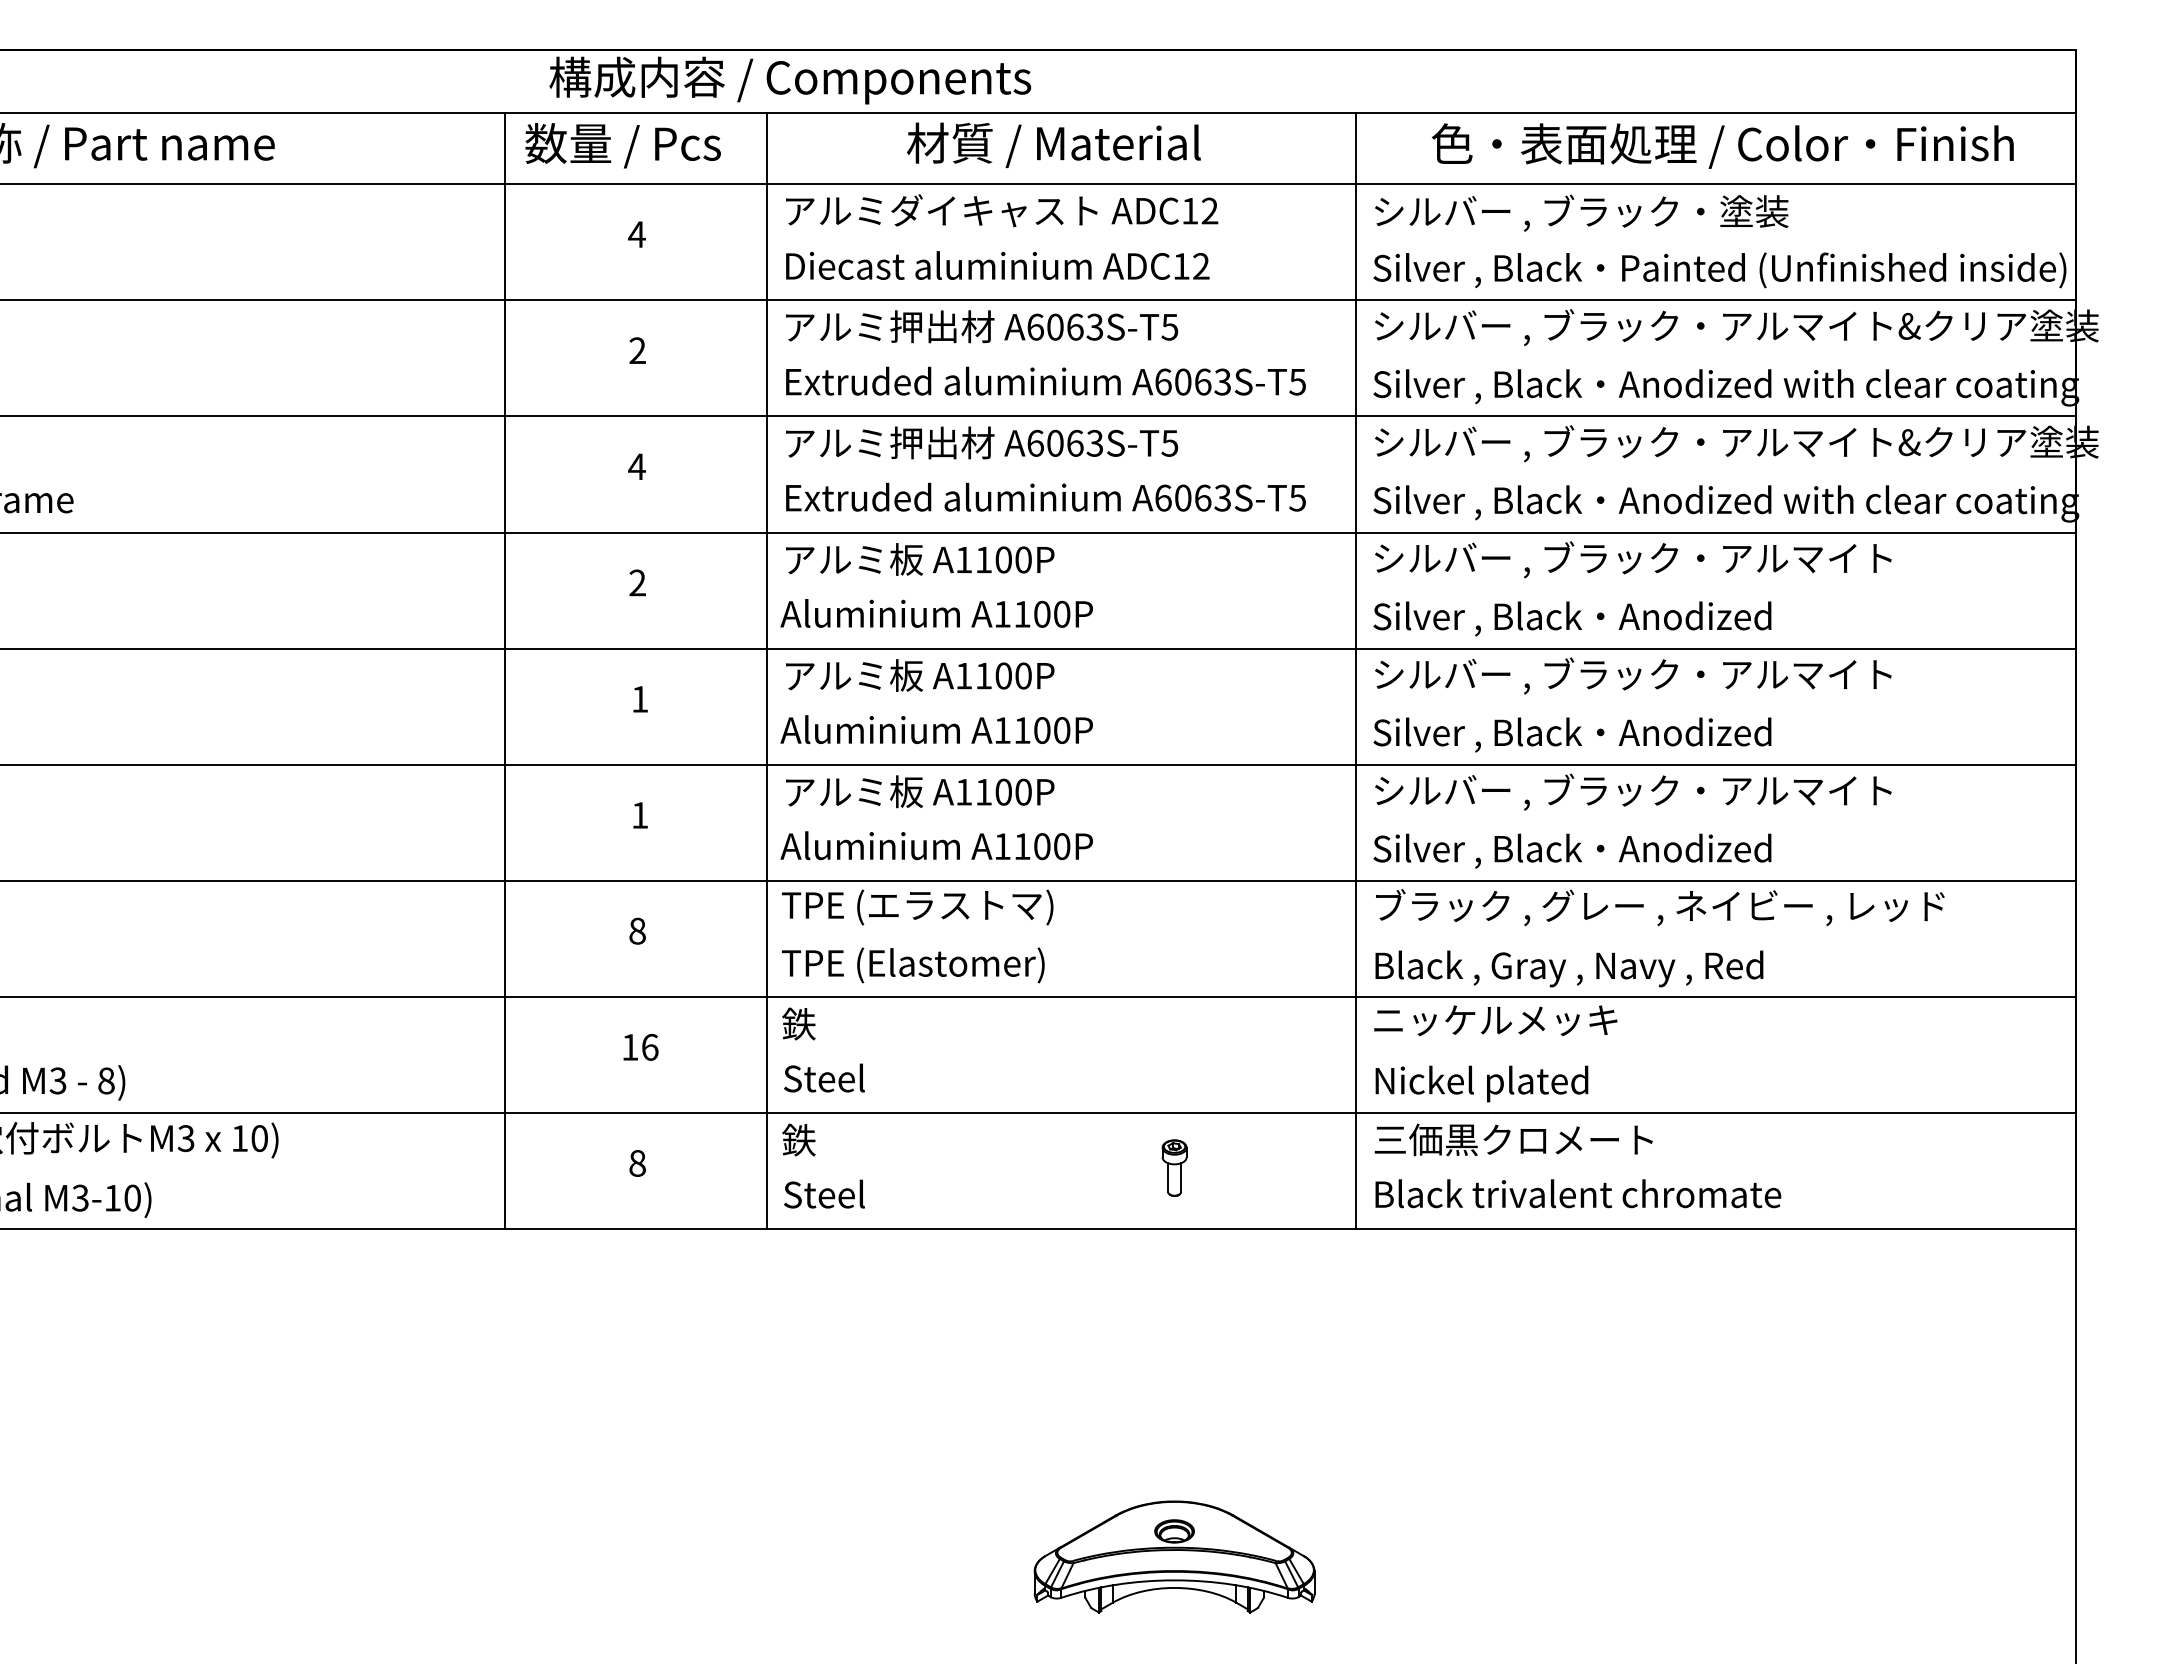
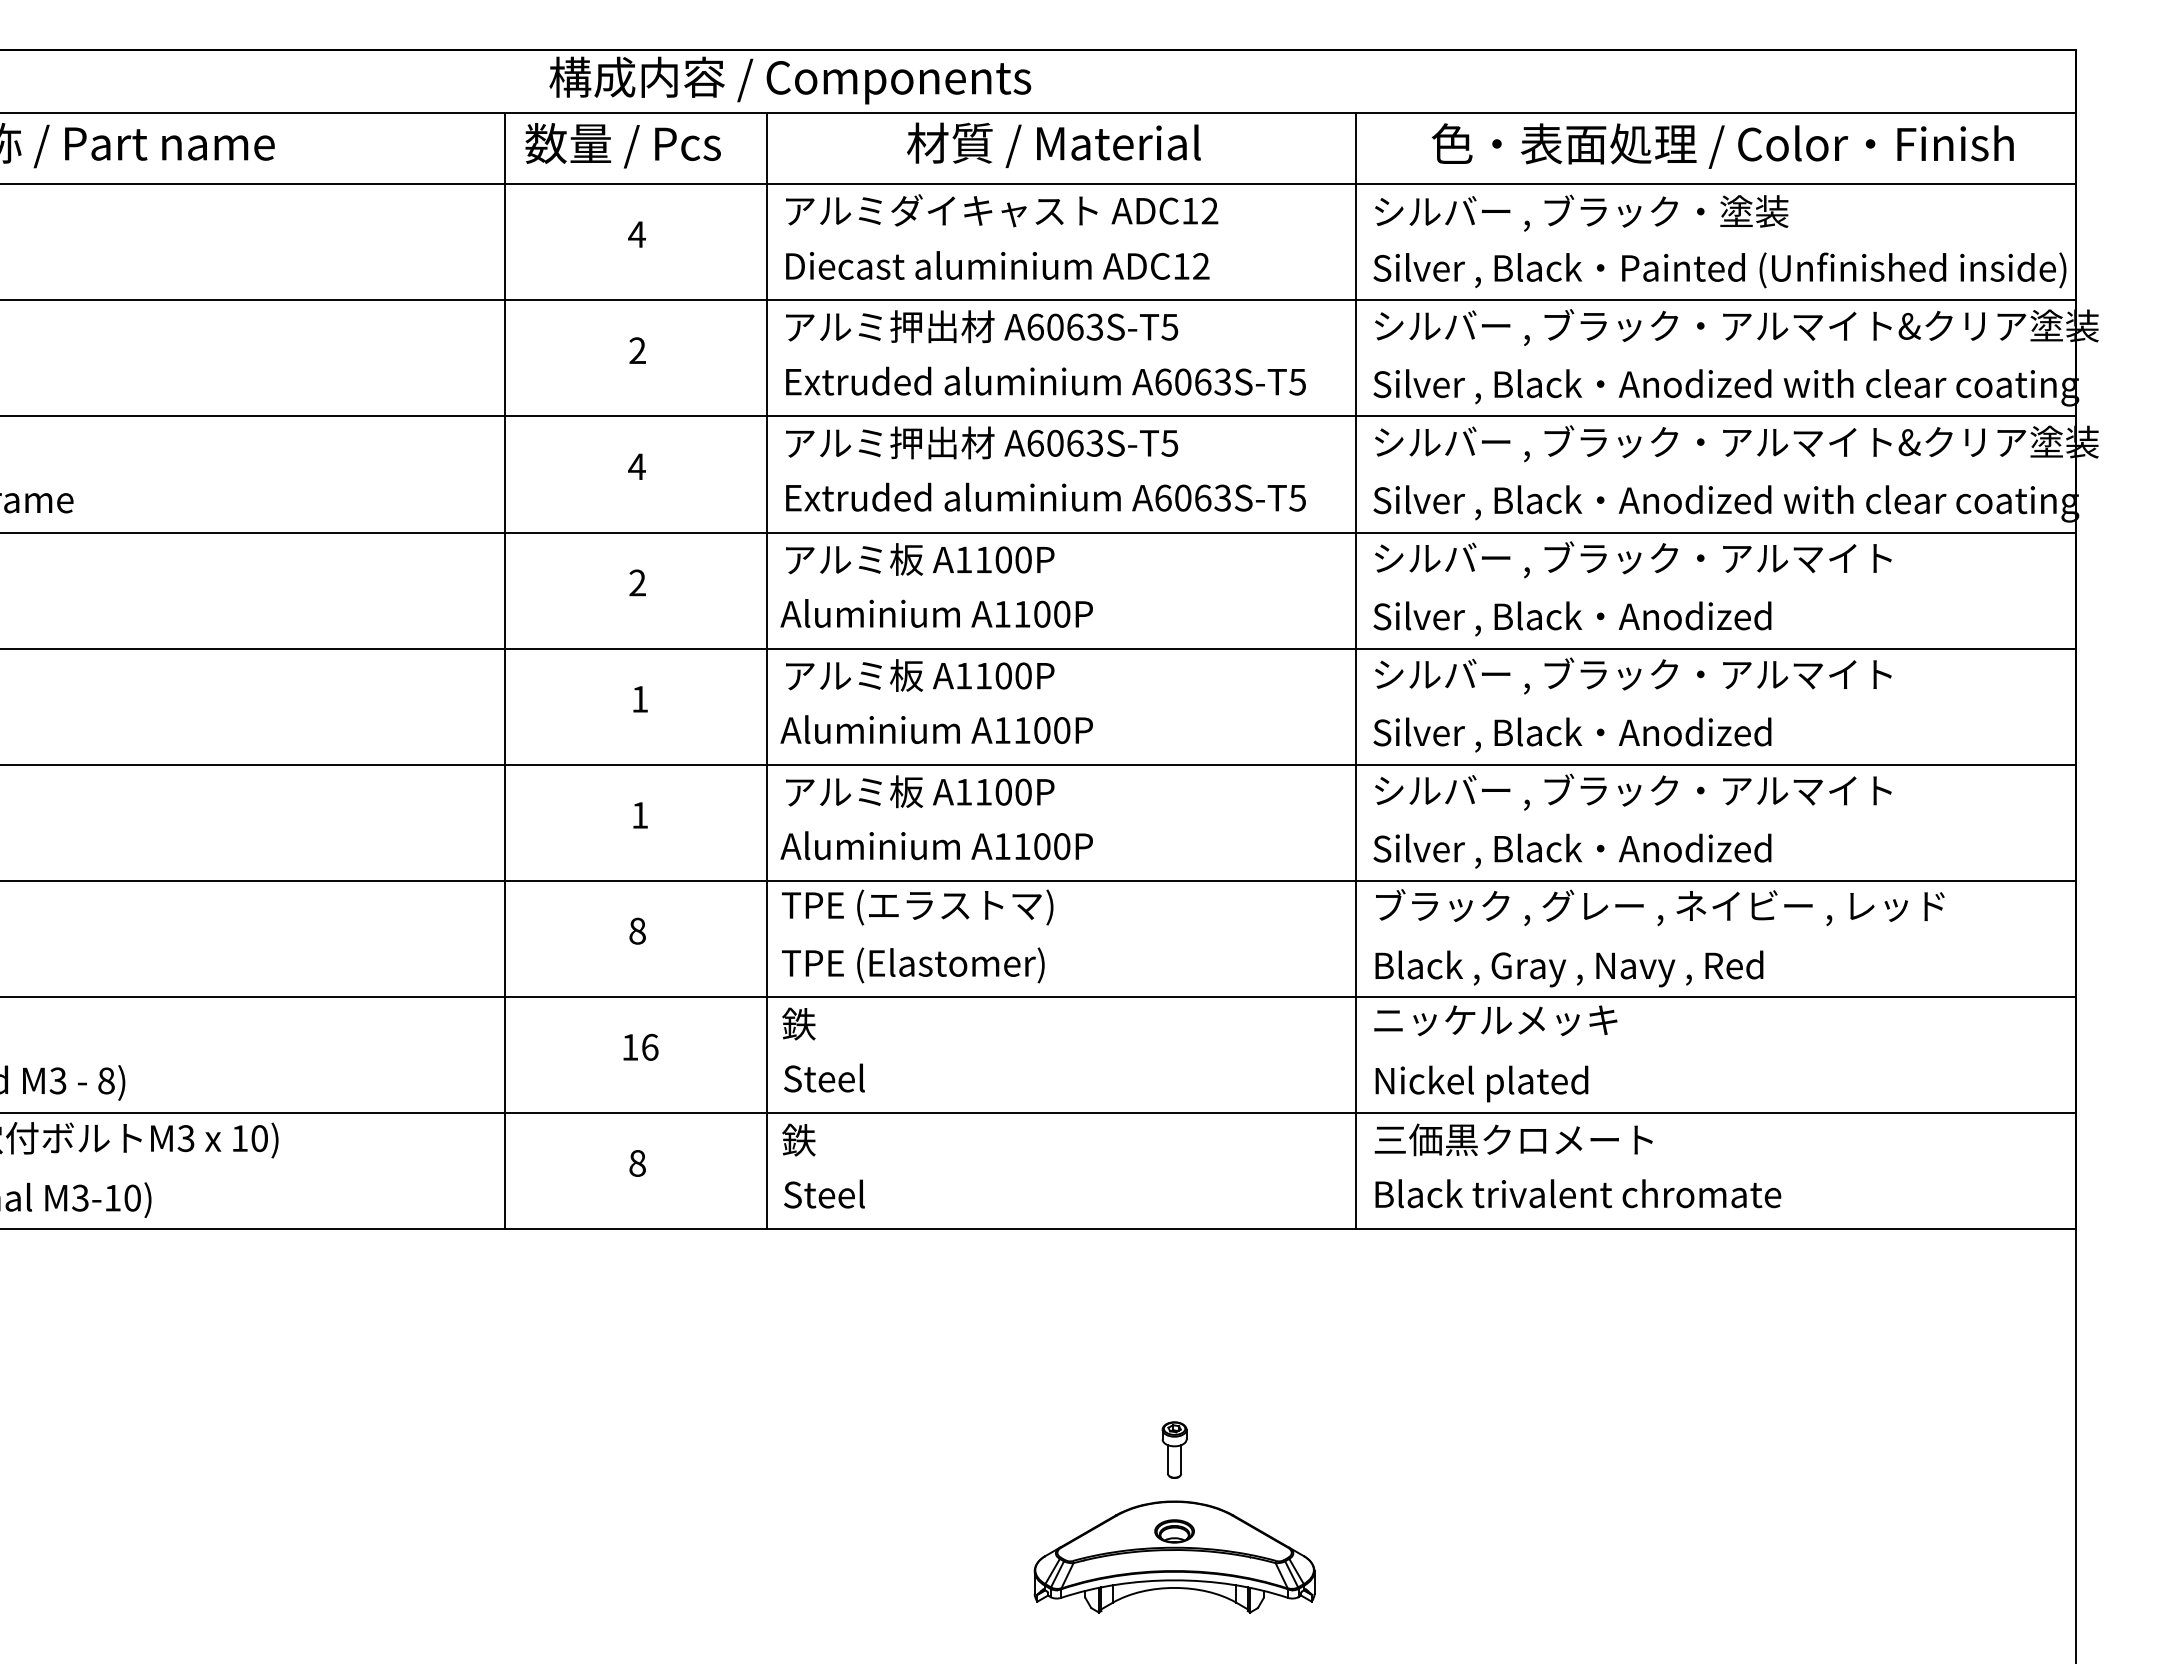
part at (1174, 1167) position: (1174, 1167) -> (1174, 1449)
